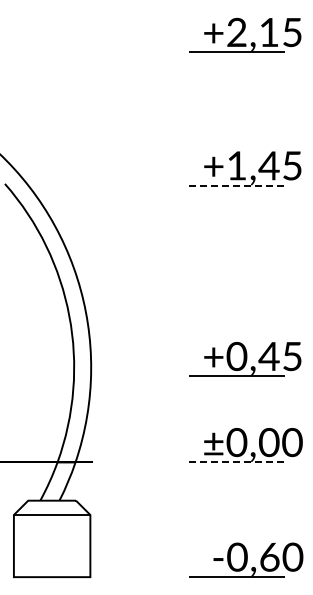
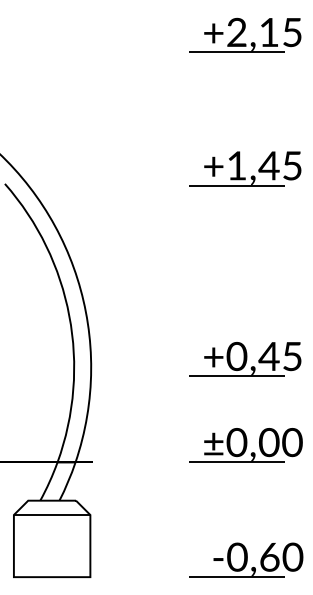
line at (236, 185): dashed -> solid
line at (236, 462): dashed -> solid
